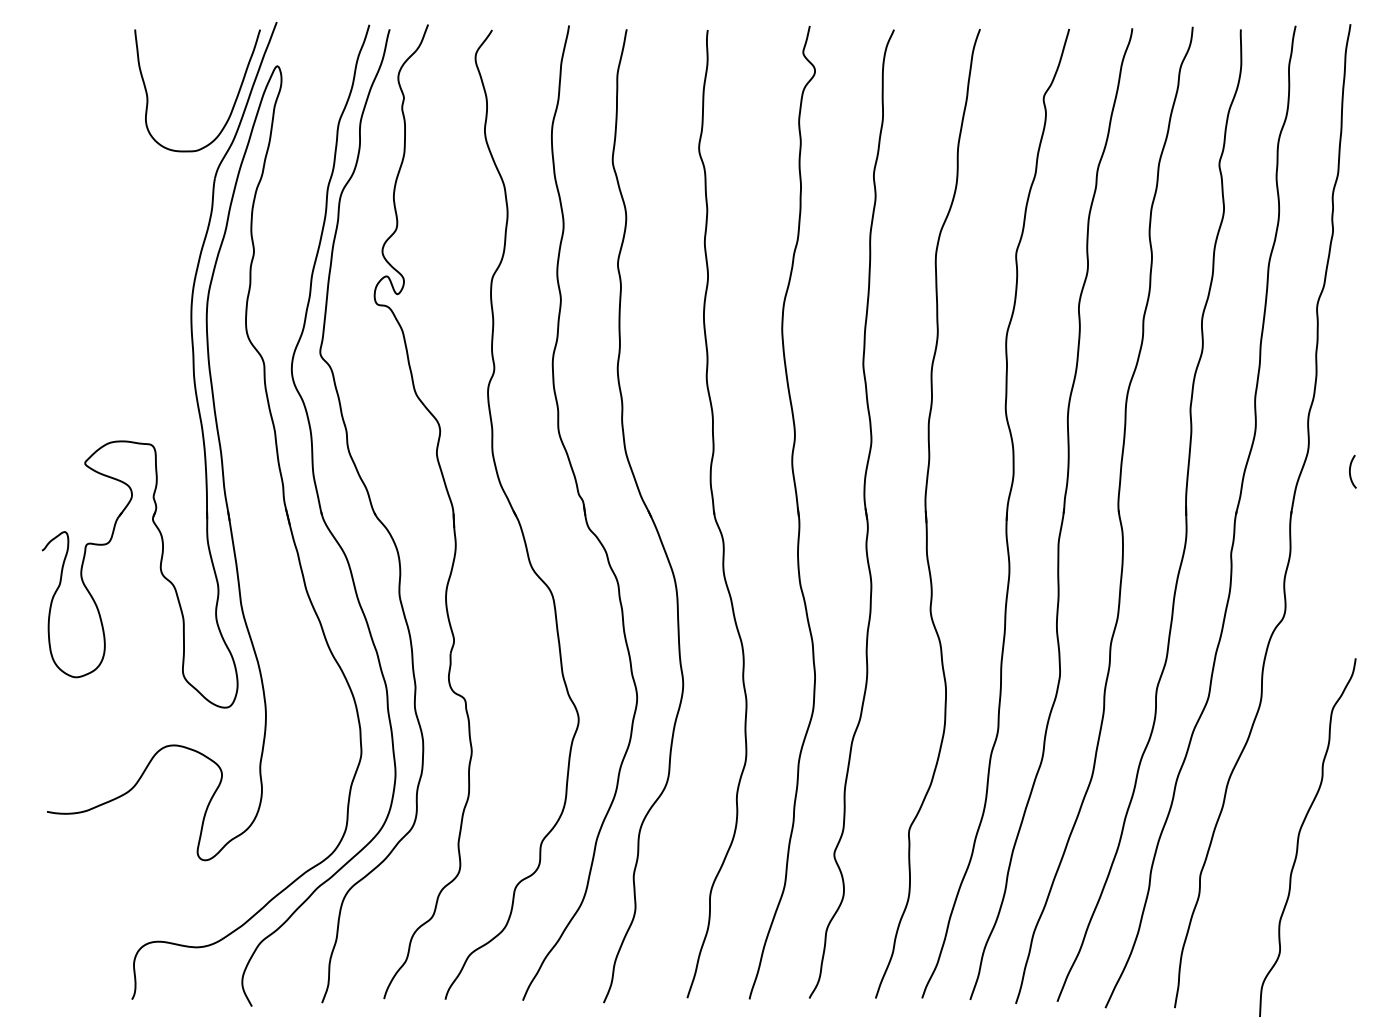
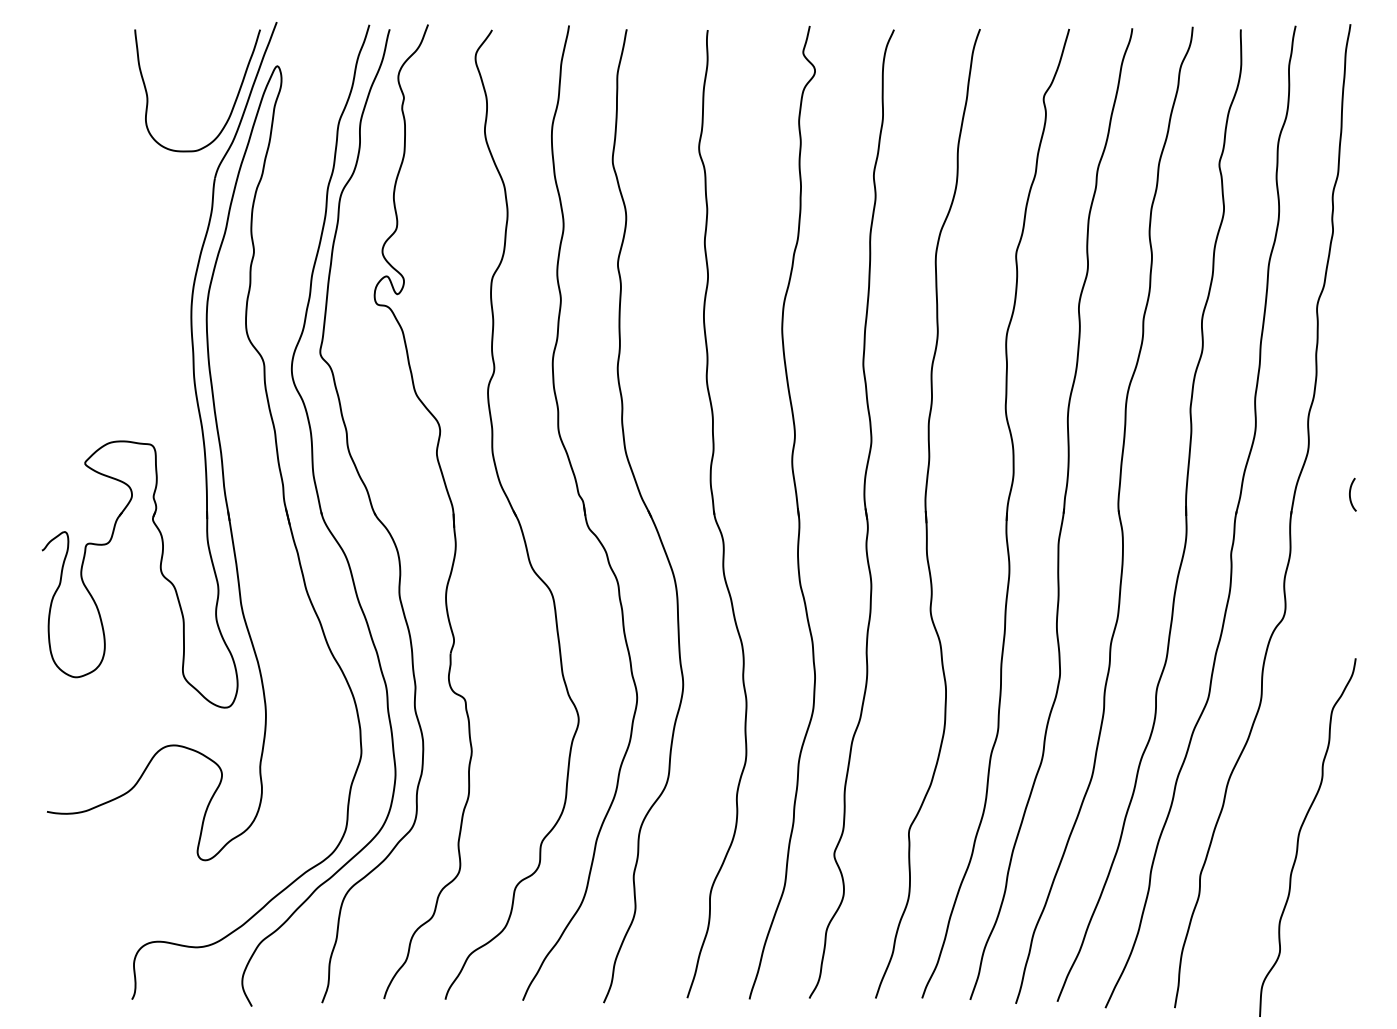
curve at (1350, 471) position: (1350, 471) -> (1350, 494)
